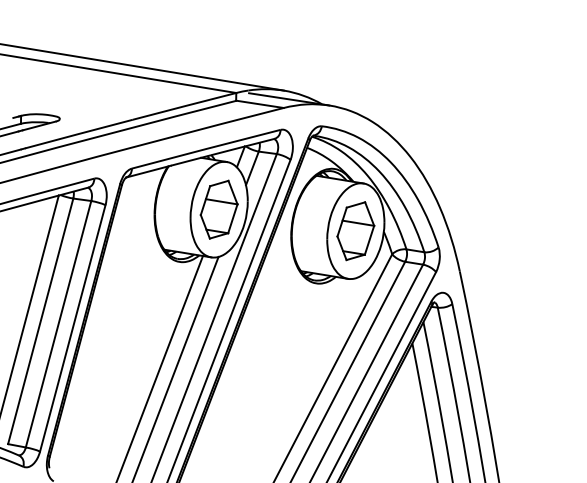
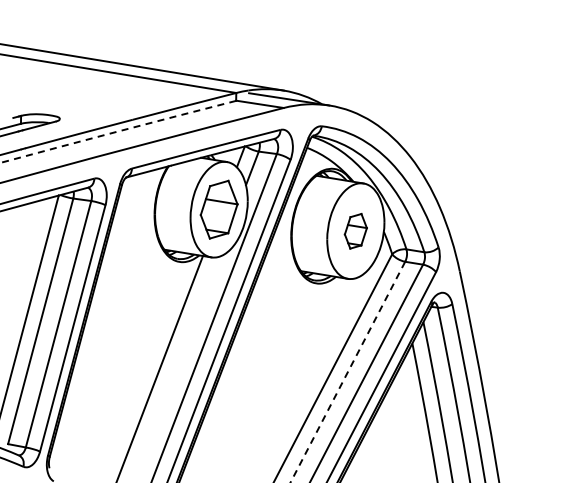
arc at (117, 131): solid -> dashed
part at (355, 231) size: 40x61 px -> 25x38 px
line at (175, 367): present -> none
line at (347, 372): solid -> dashed
